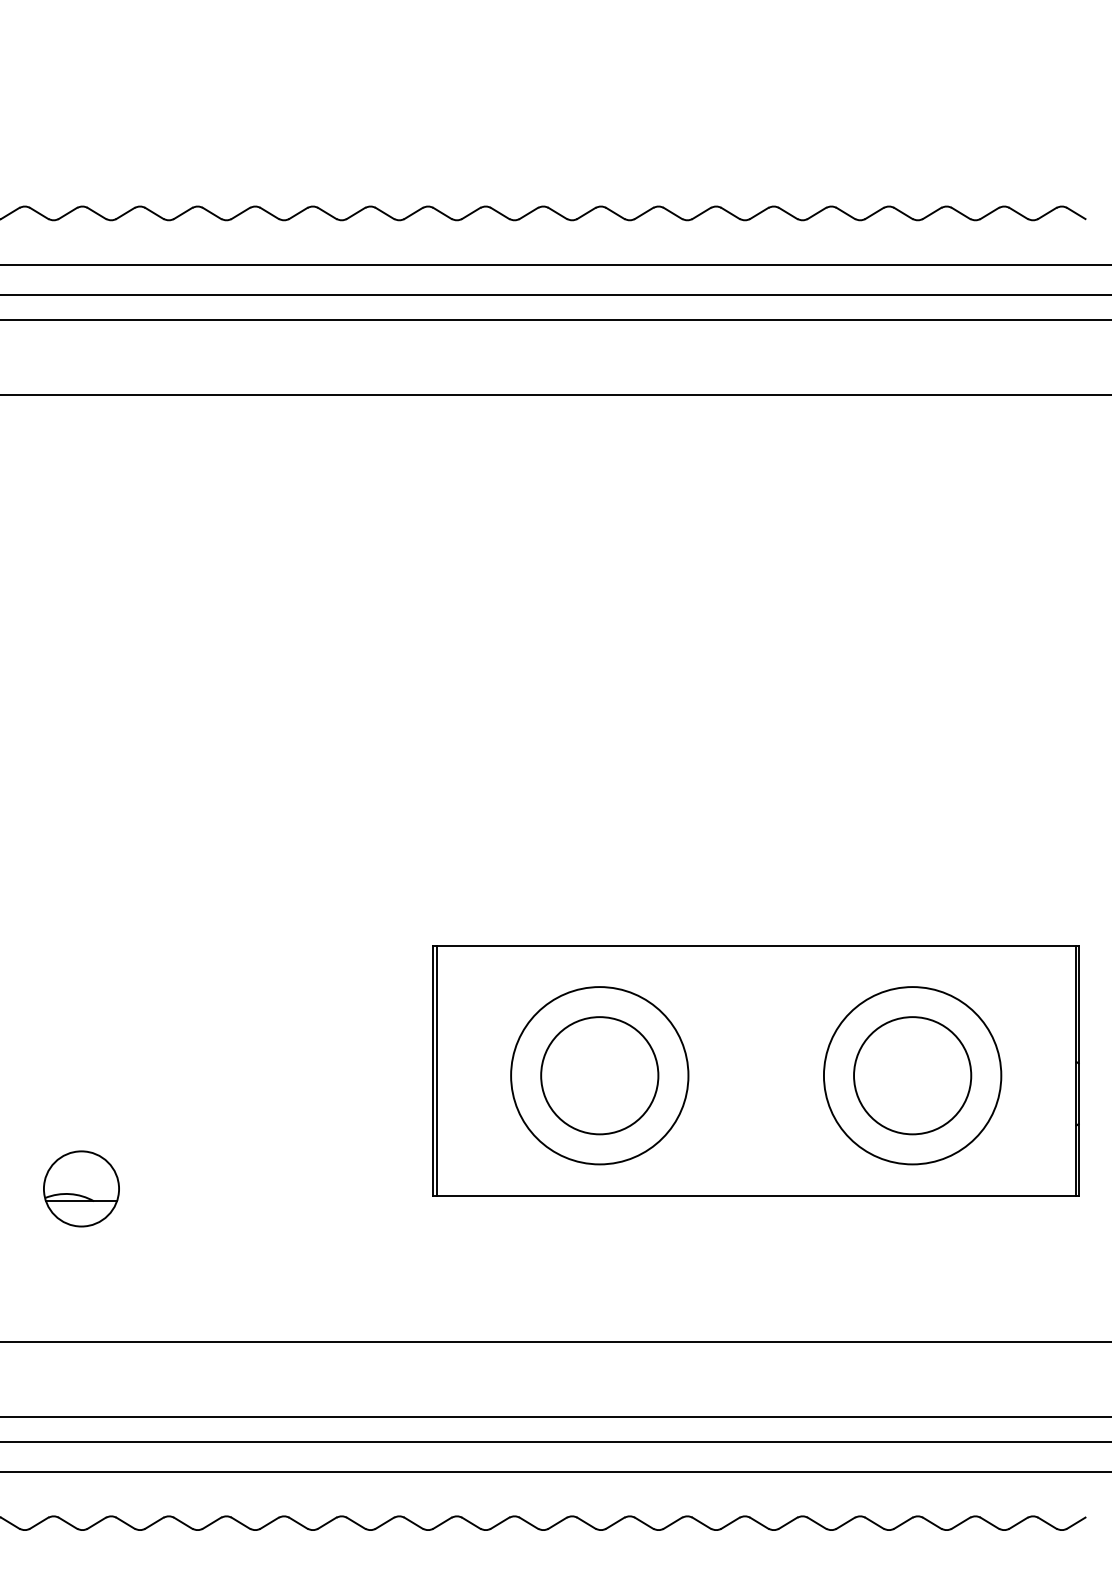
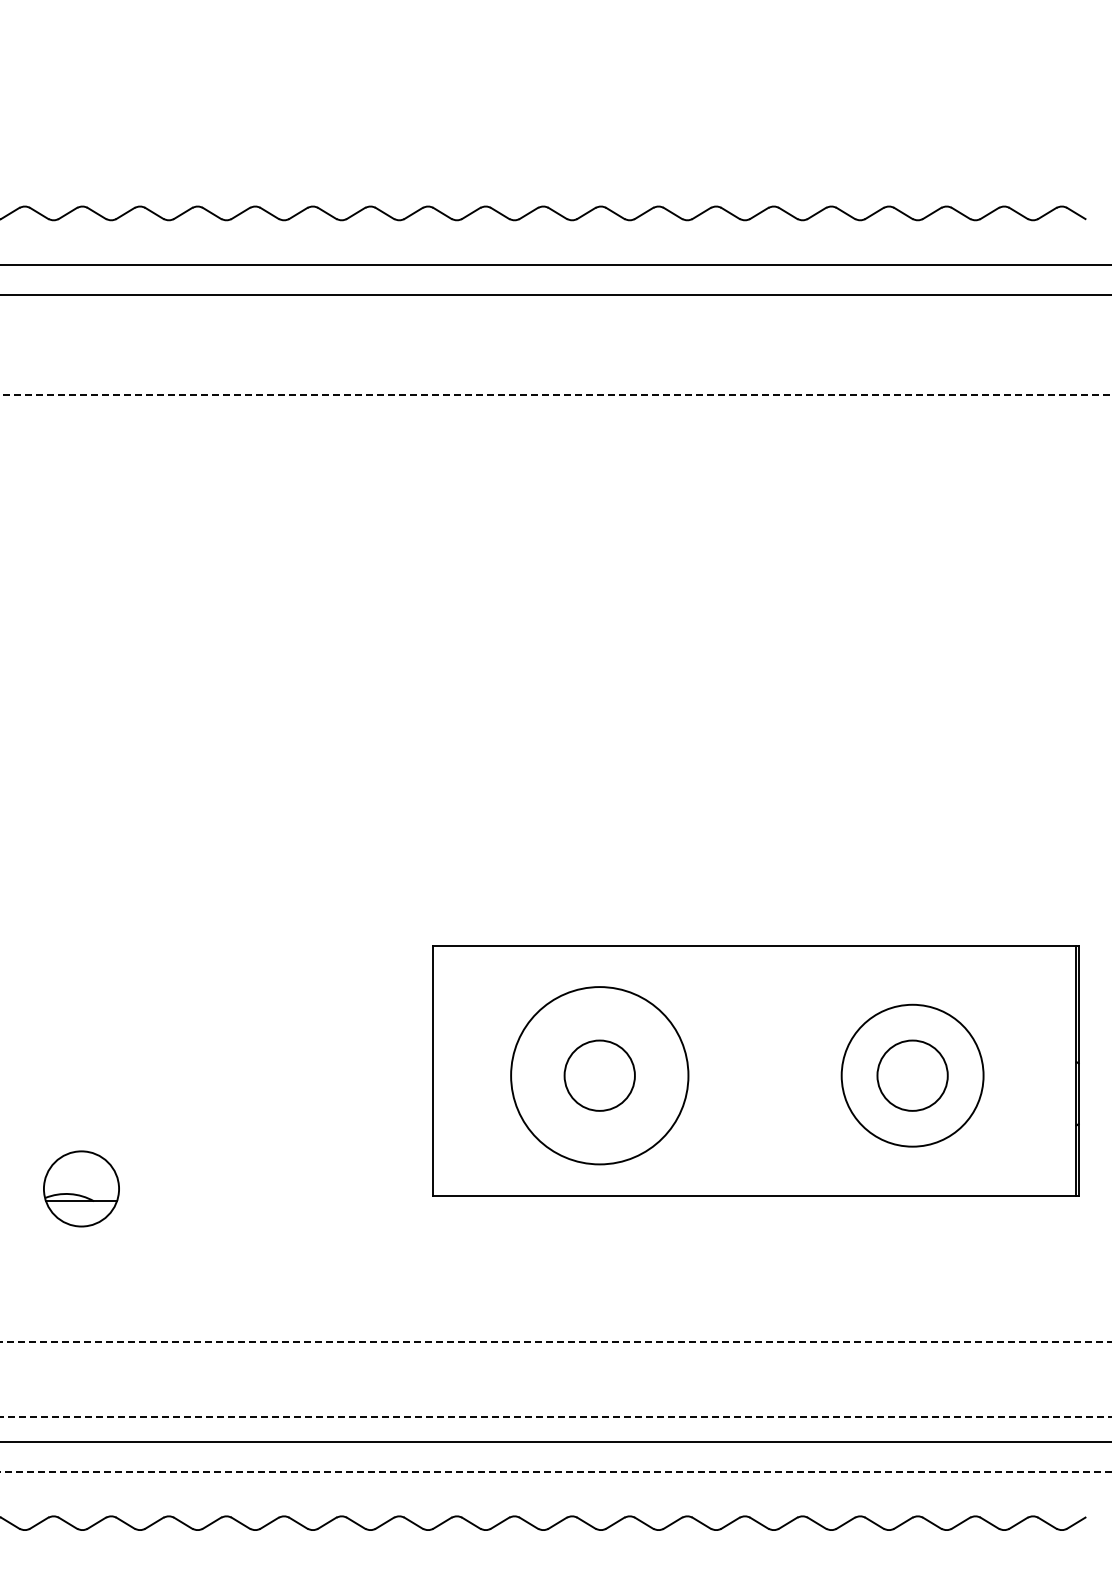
line at (555, 319): present -> none
line at (555, 394): solid -> dashed
line at (436, 1070): present -> none
circle at (599, 1075) diameter: 117 px -> 70 px
circle at (912, 1075) diameter: 117 px -> 70 px
circle at (912, 1075) diameter: 177 px -> 142 px
line at (556, 1341): solid -> dashed
line at (556, 1416): solid -> dashed
line at (555, 1471): solid -> dashed
